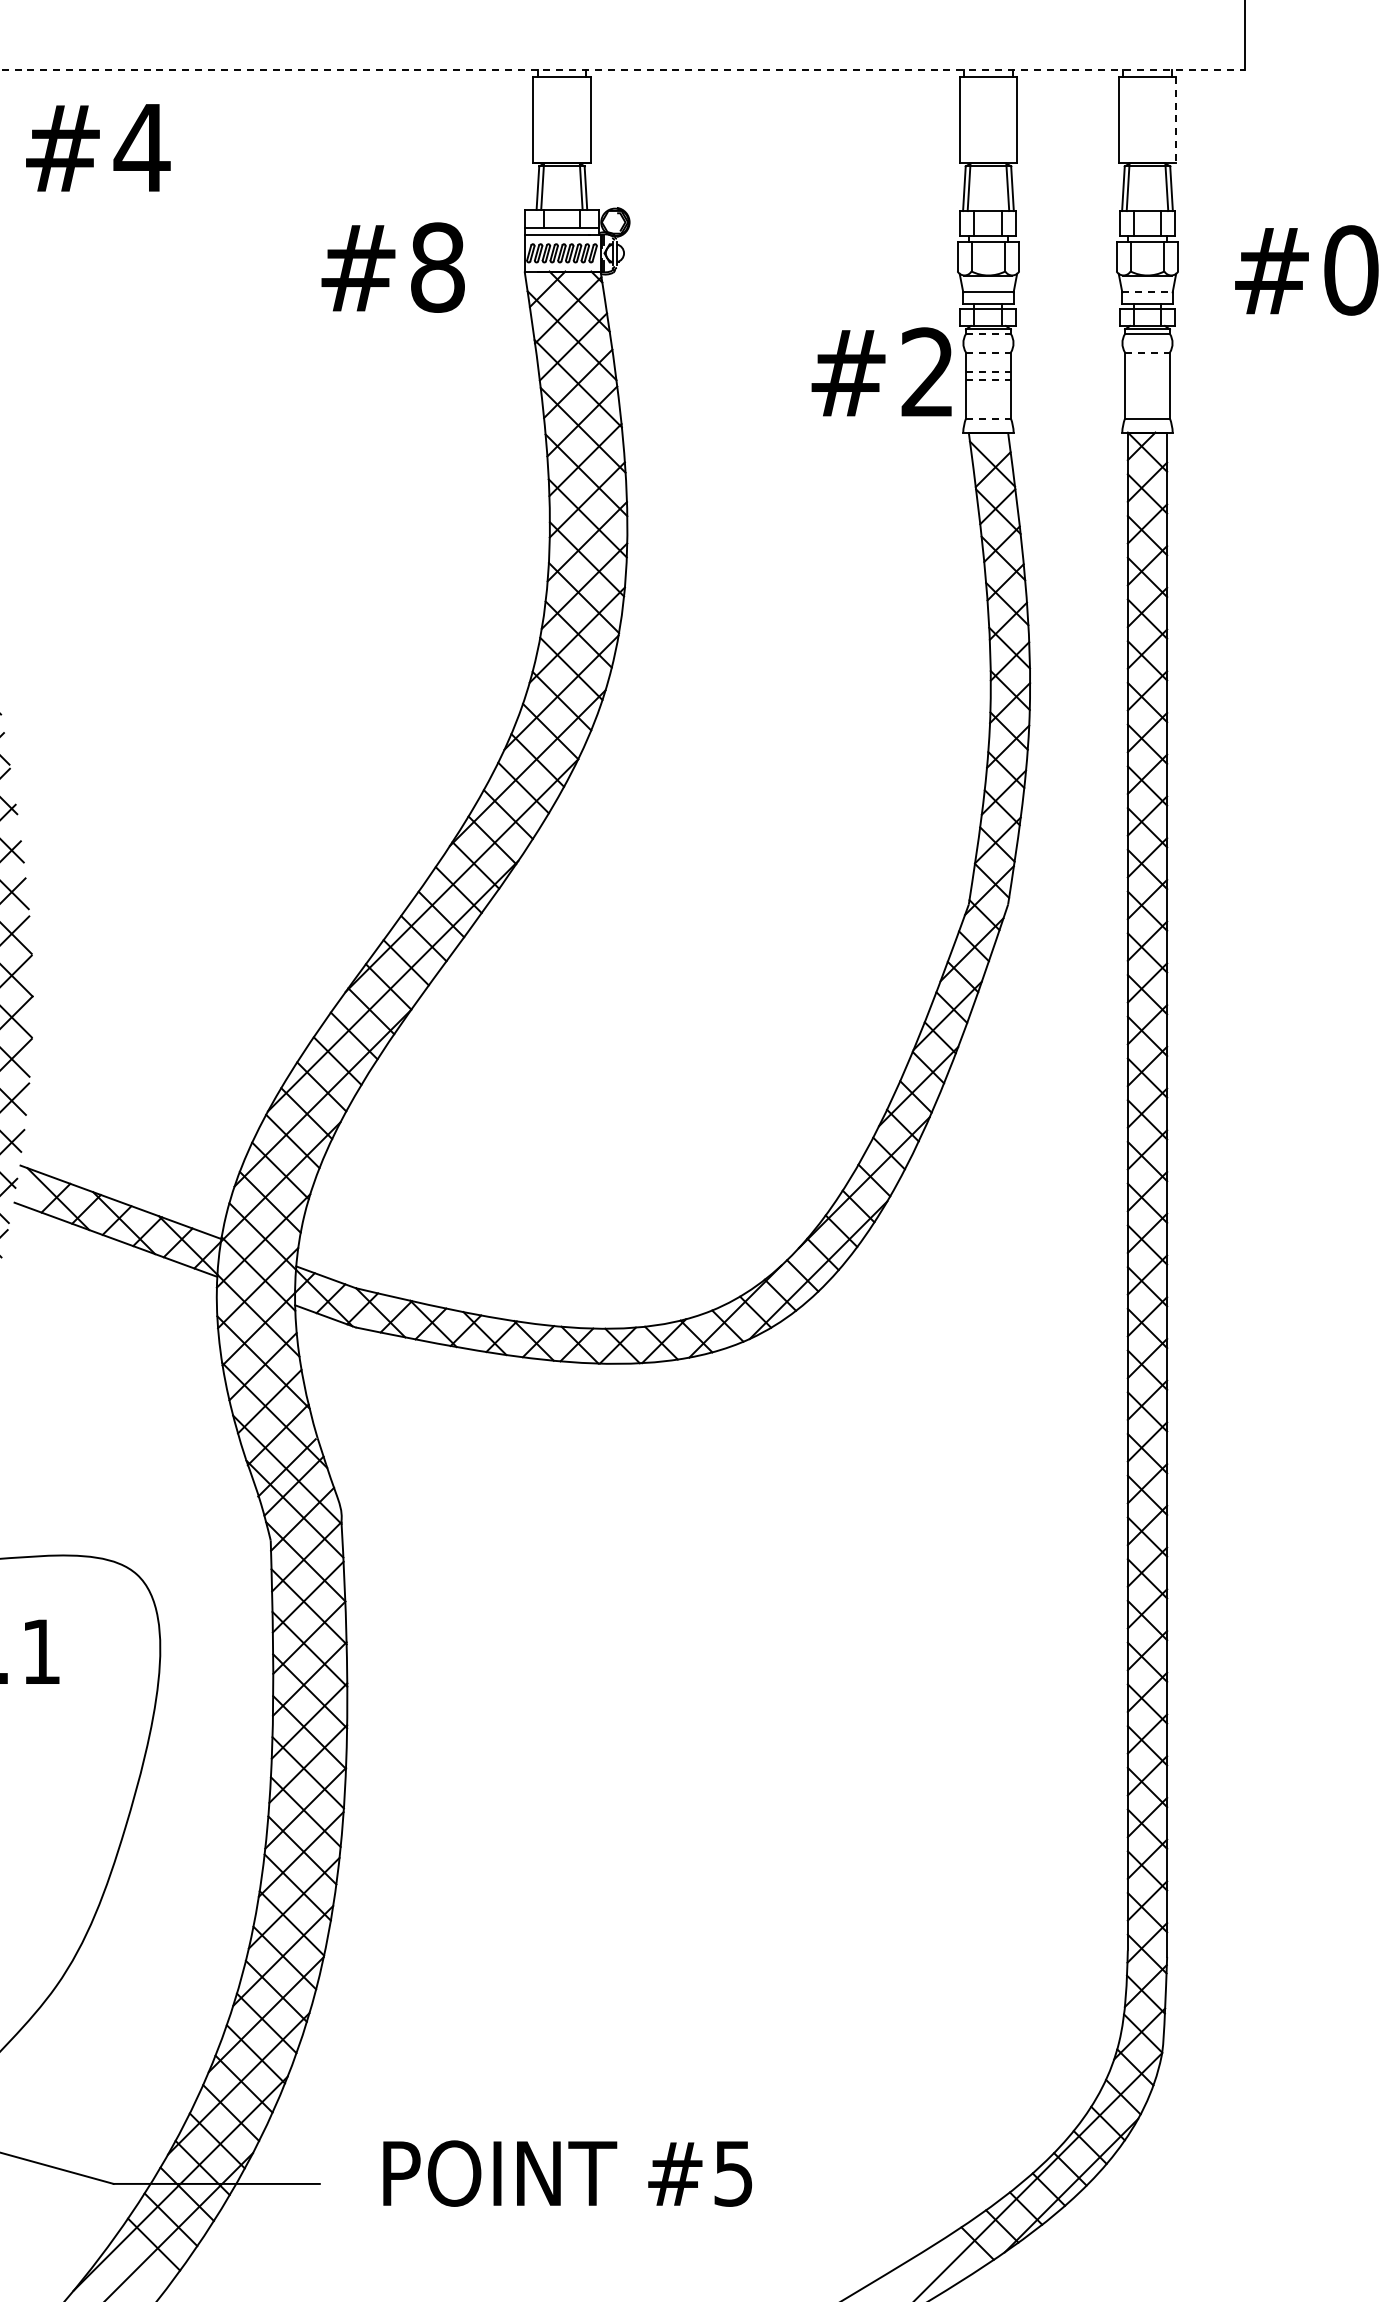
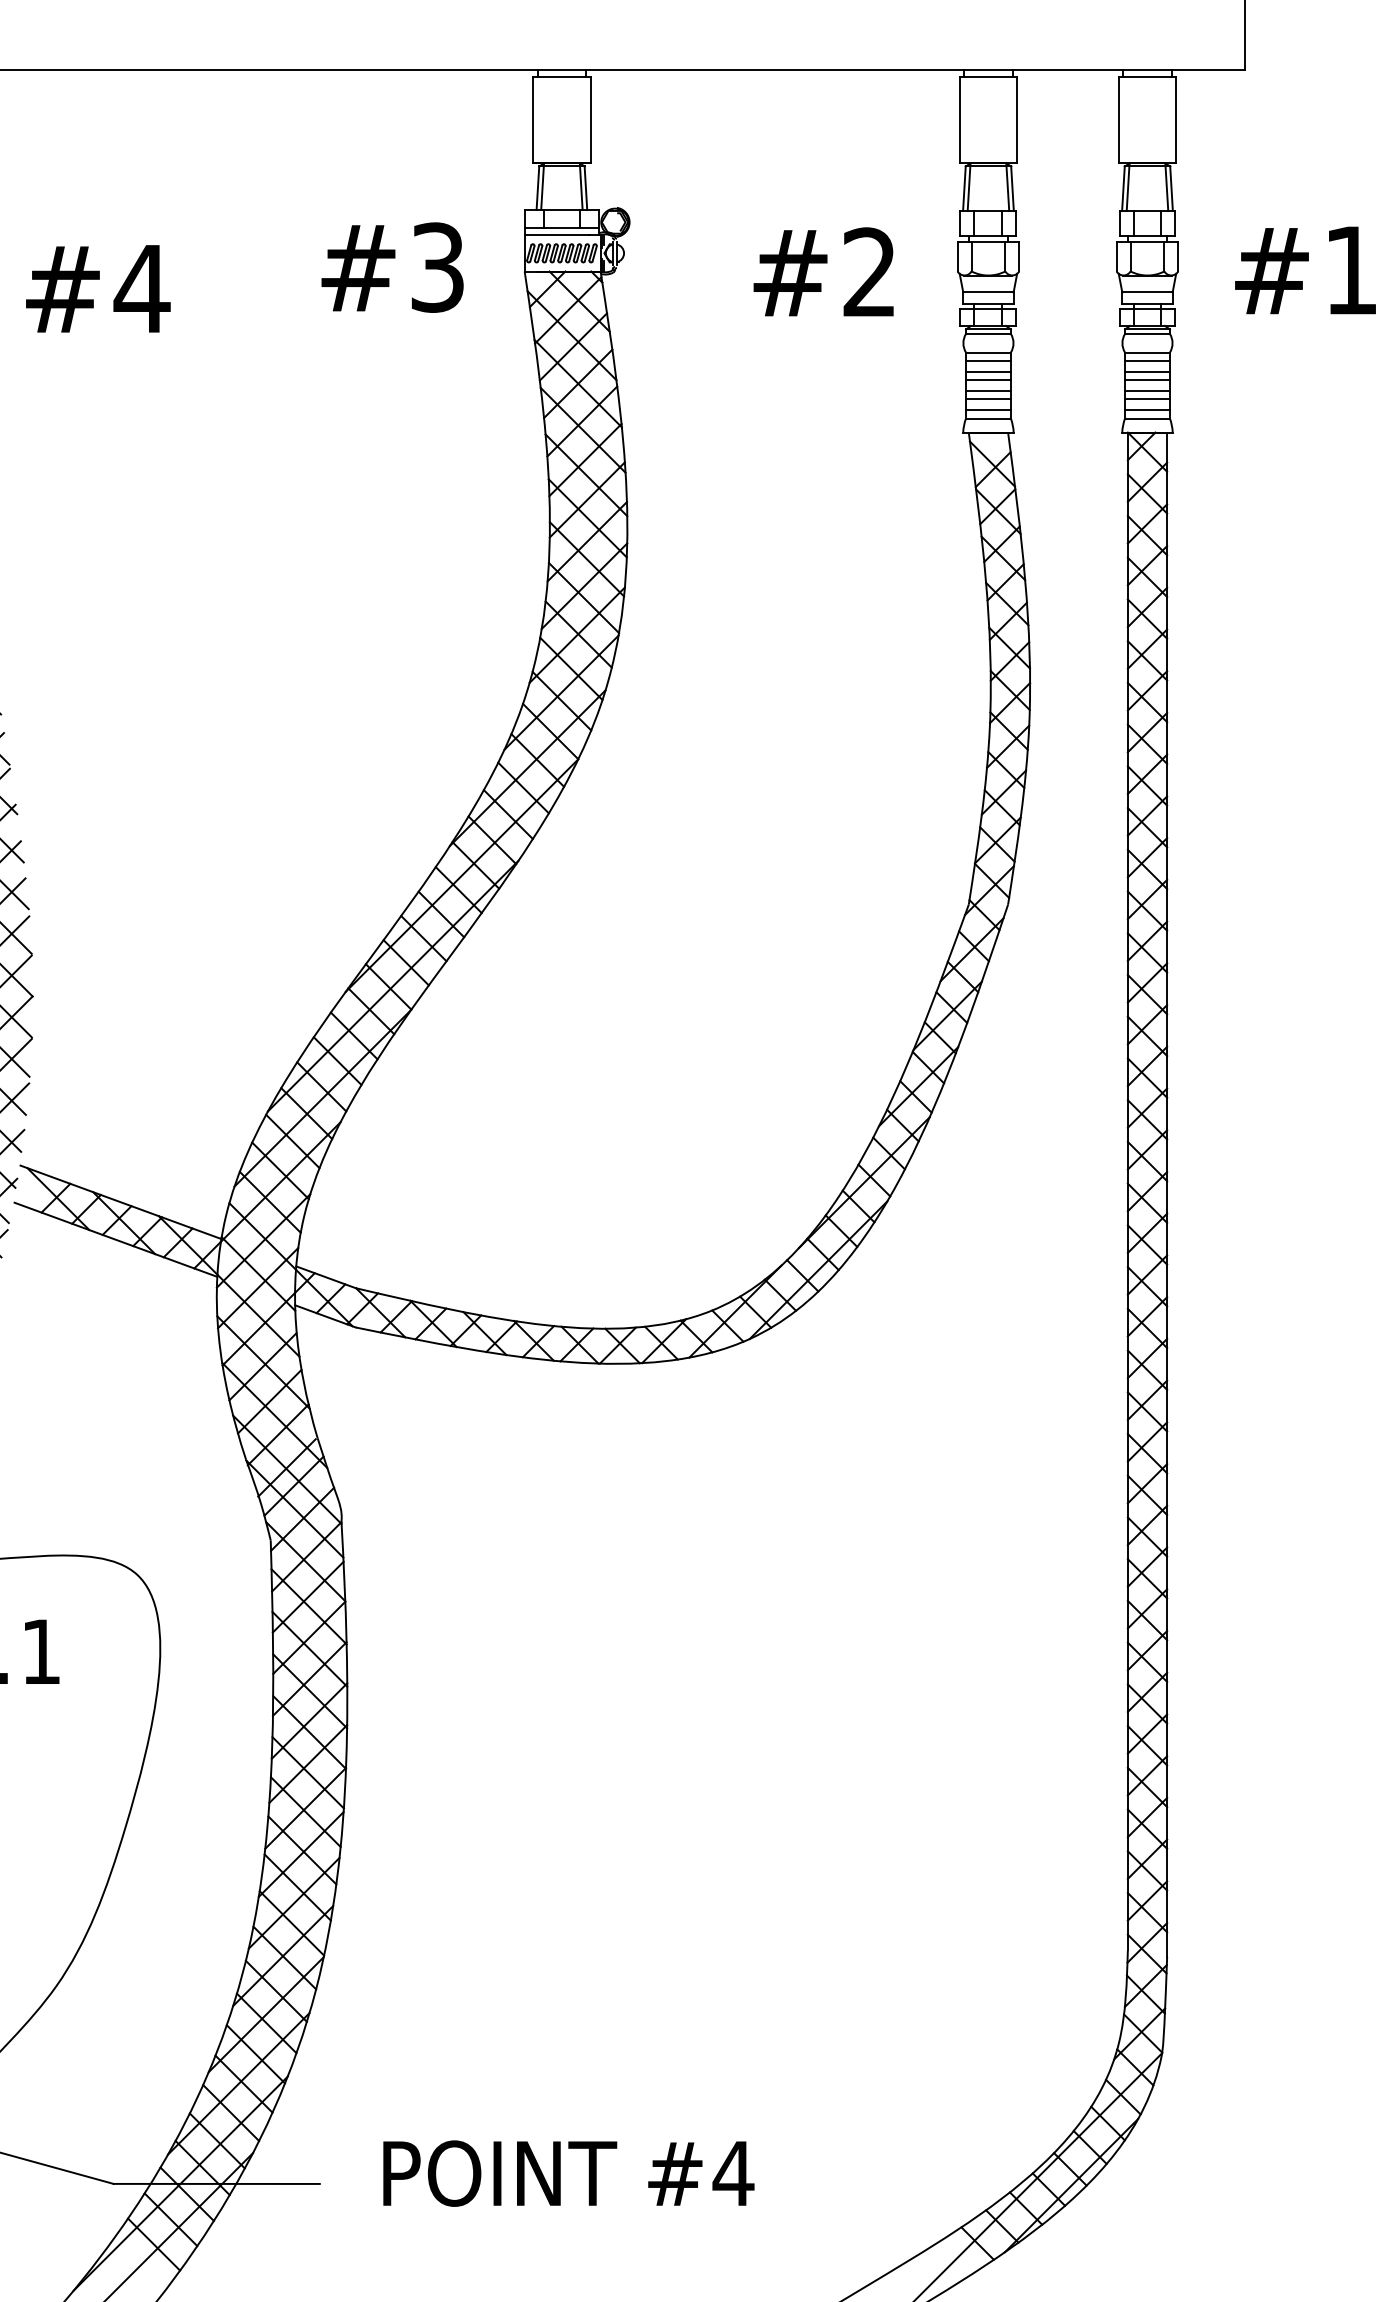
line at (623, 69): dashed -> solid
line at (1176, 120): dashed -> solid
text at (98, 147) position: (98, 147) -> (98, 288)
text at (437, 267): #8 -> #3
text at (1351, 270): #0 -> #1
line at (1147, 292): dashed -> solid
line at (988, 333): dashed -> solid
line at (988, 352): dashed -> solid
line at (1147, 352): dashed -> solid
line at (988, 360): none -> present
line at (1147, 360): none -> present
text at (881, 371) position: (881, 371) -> (823, 271)
line at (988, 371): dashed -> solid
line at (1147, 371): none -> present
line at (988, 379): dashed -> solid
line at (1147, 379): none -> present
line at (988, 391): none -> present
line at (1147, 391): none -> present
line at (988, 399): none -> present
line at (1147, 399): none -> present
line at (988, 410): none -> present
line at (1147, 410): none -> present
line at (988, 418): dashed -> solid
text at (733, 2173): #5 -> #4
